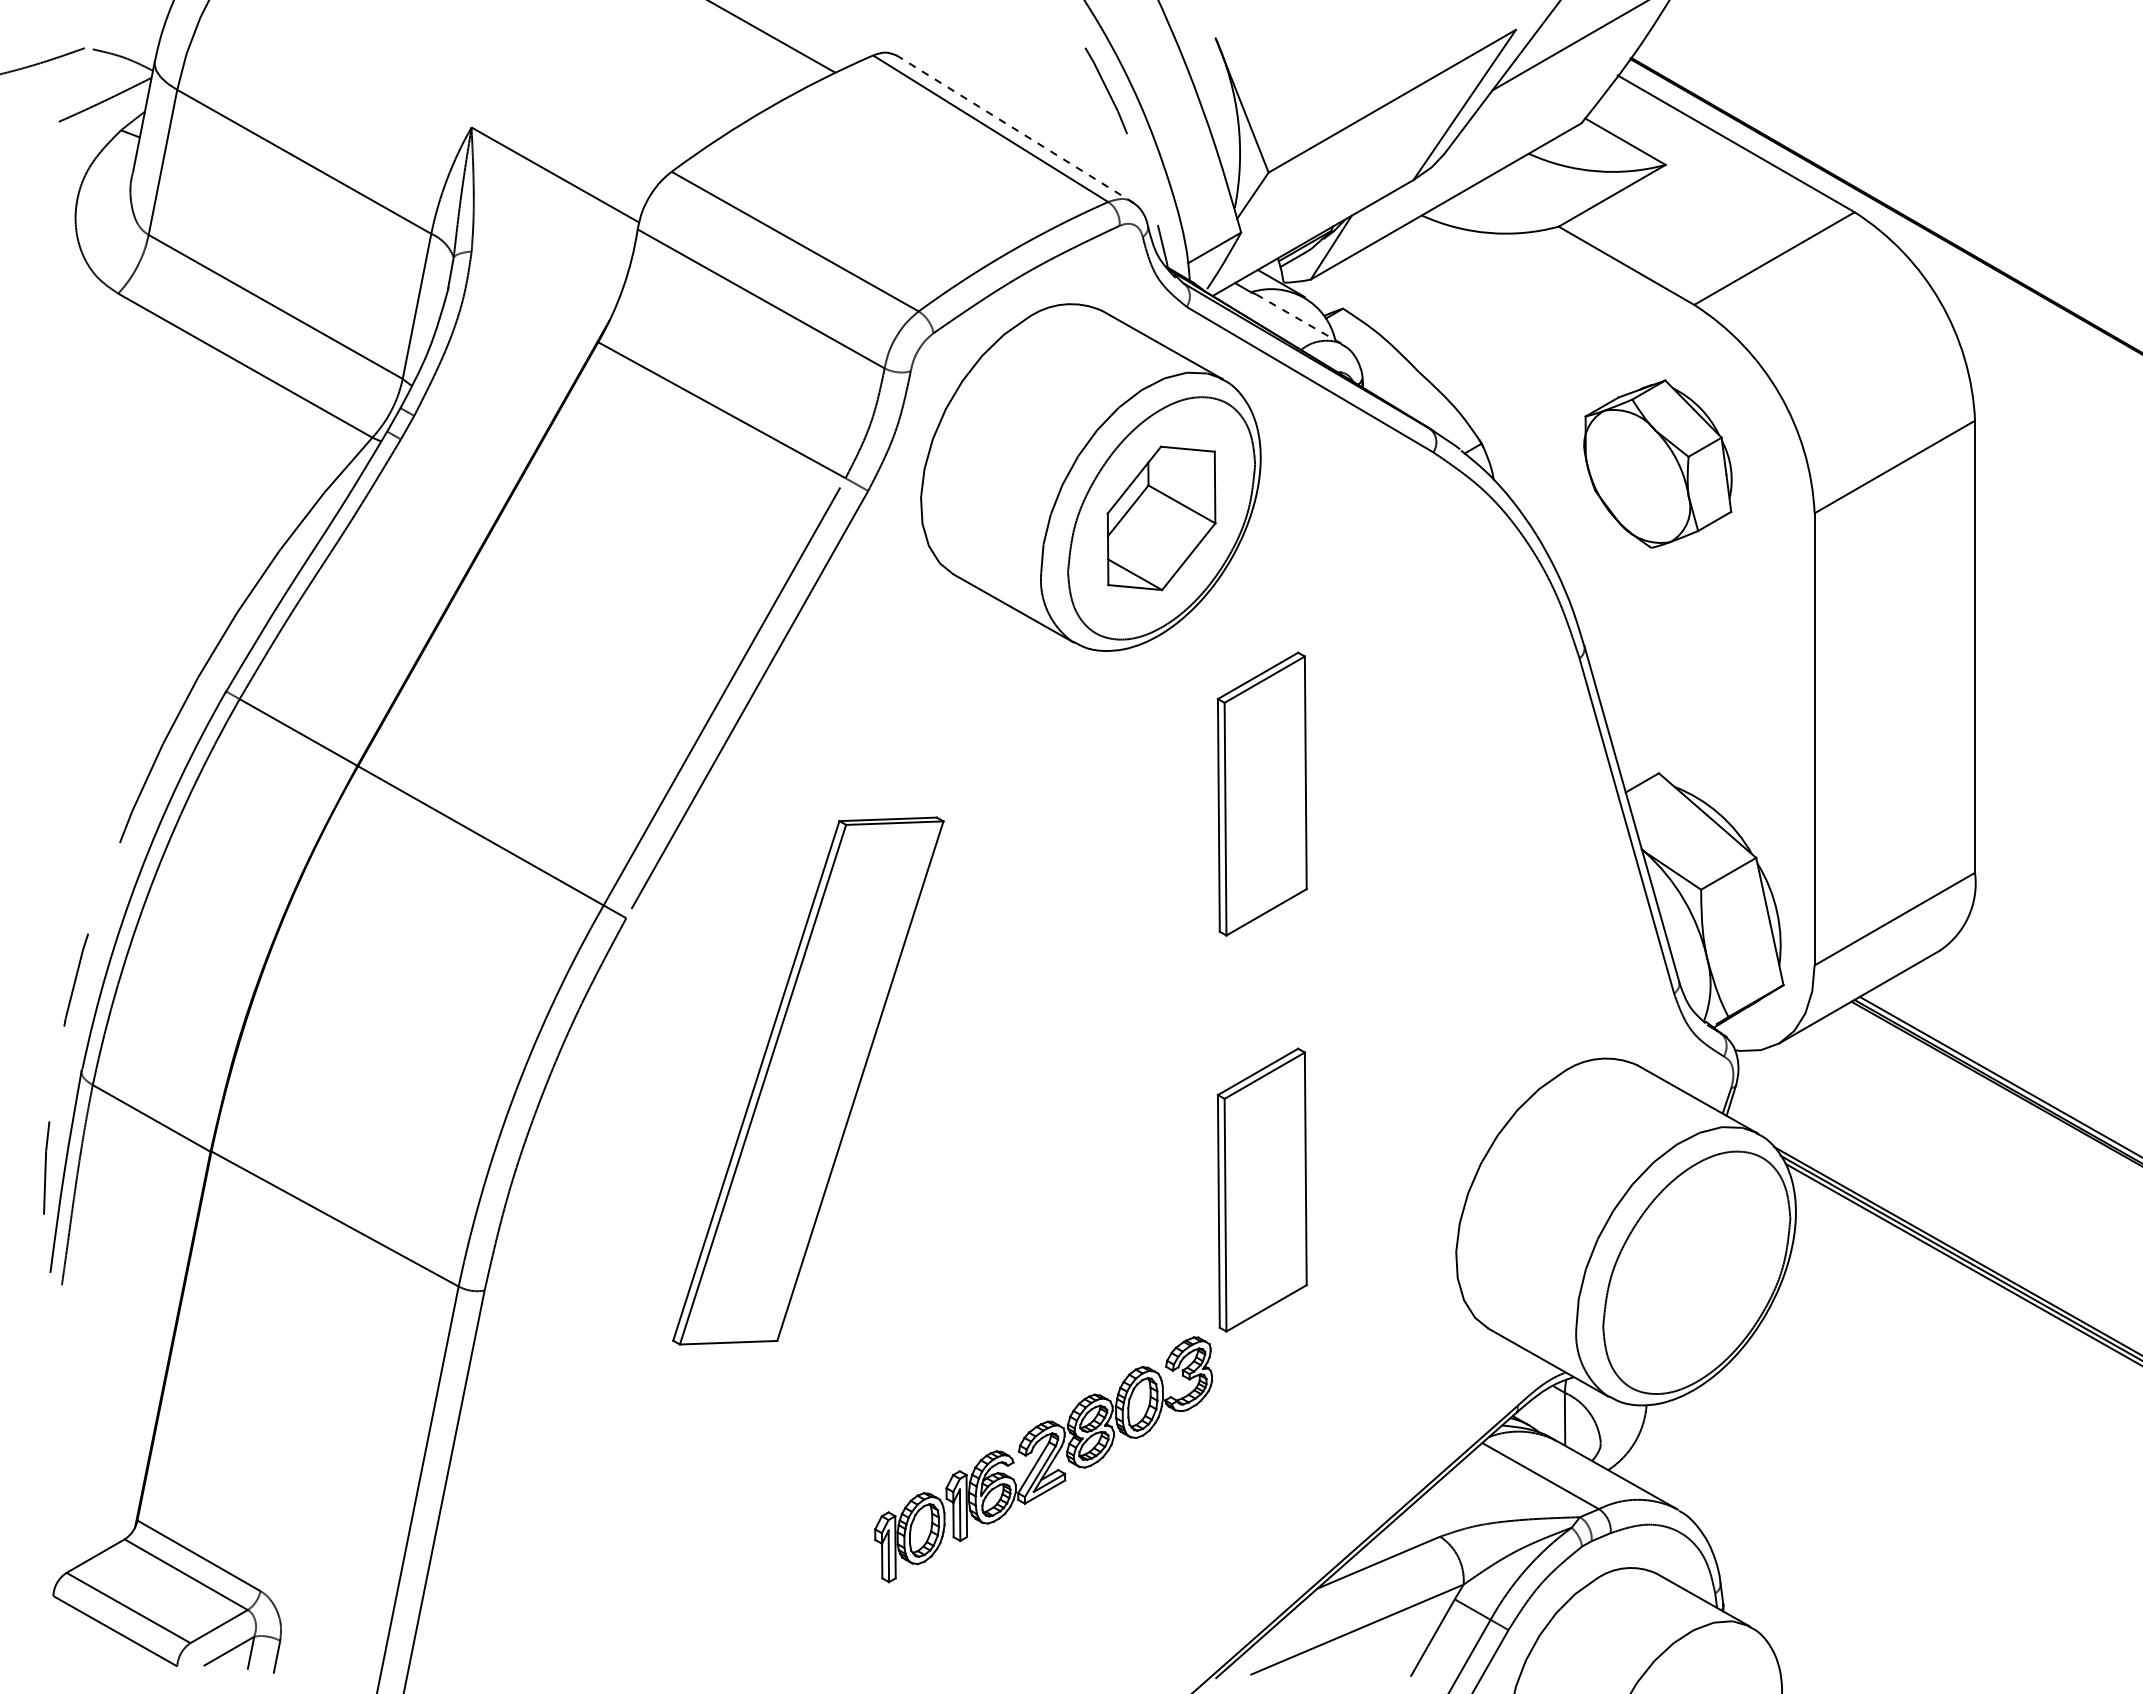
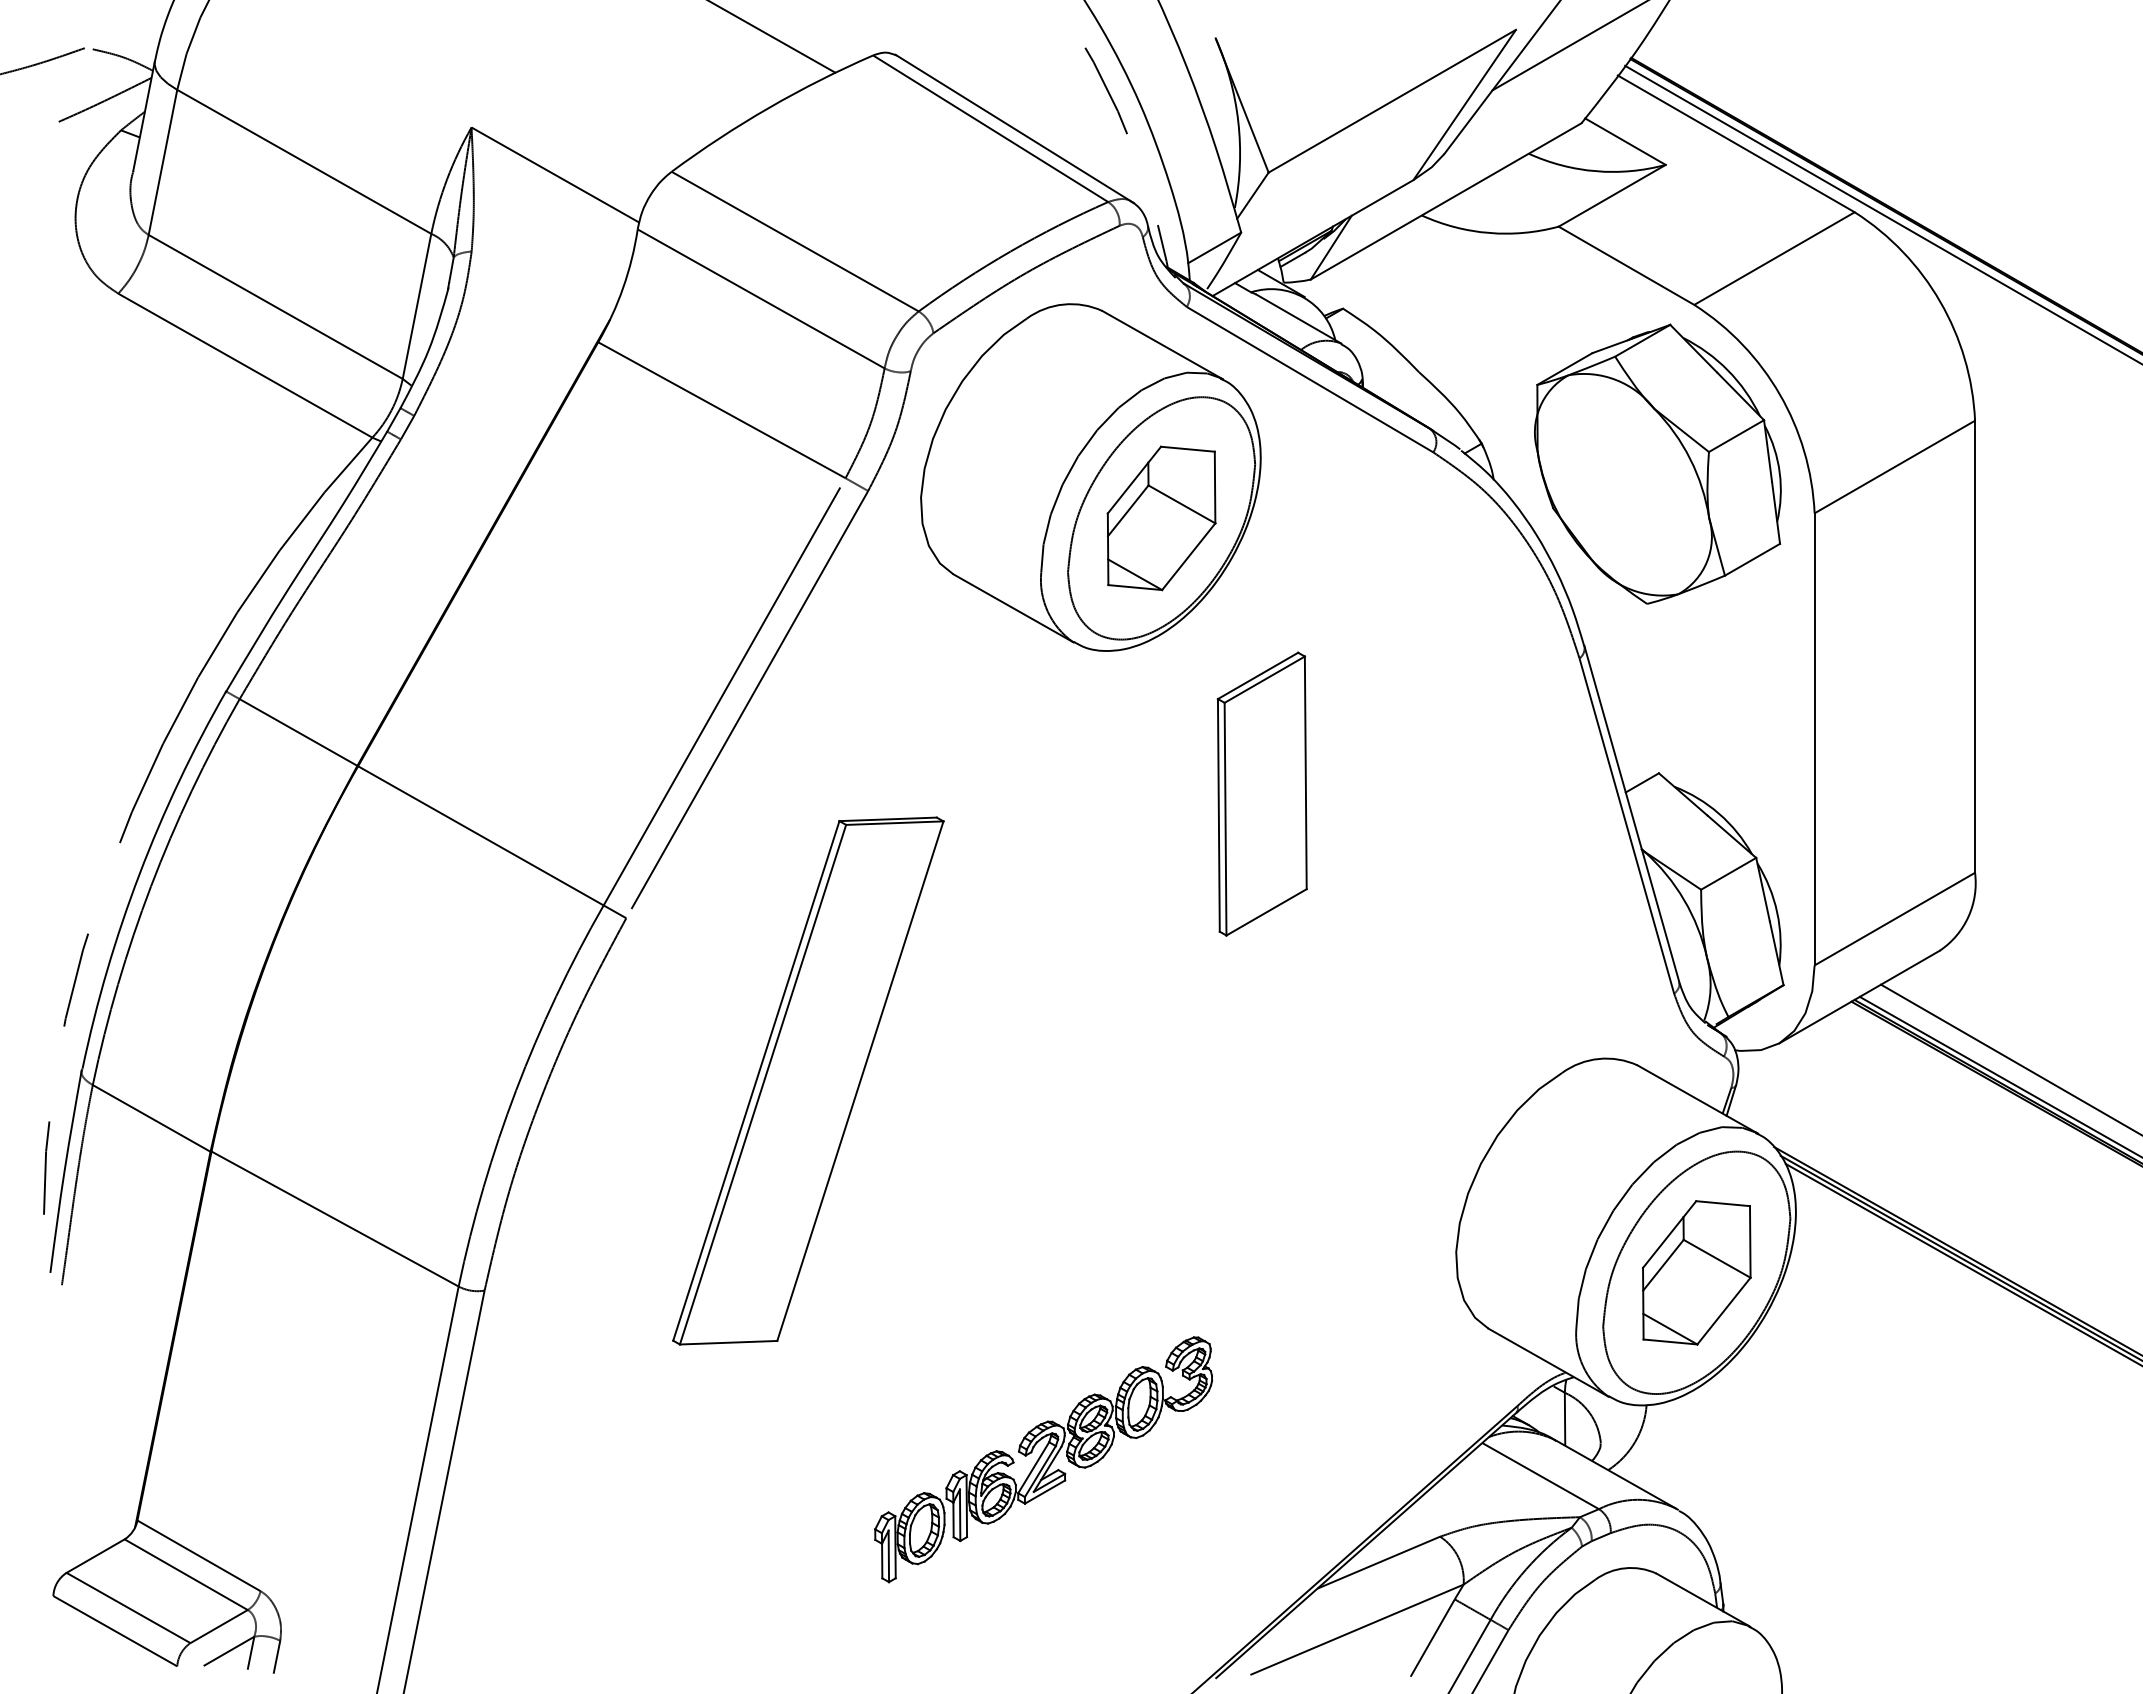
line at (1014, 128): dashed -> solid
line at (1882, 213): none -> present
line at (1298, 318): dashed -> solid
part at (1657, 463) size: 150x170 px -> 248x282 px
line at (2010, 1059): none -> present
part at (1261, 1189): present -> none
part at (1696, 1272): none -> present
